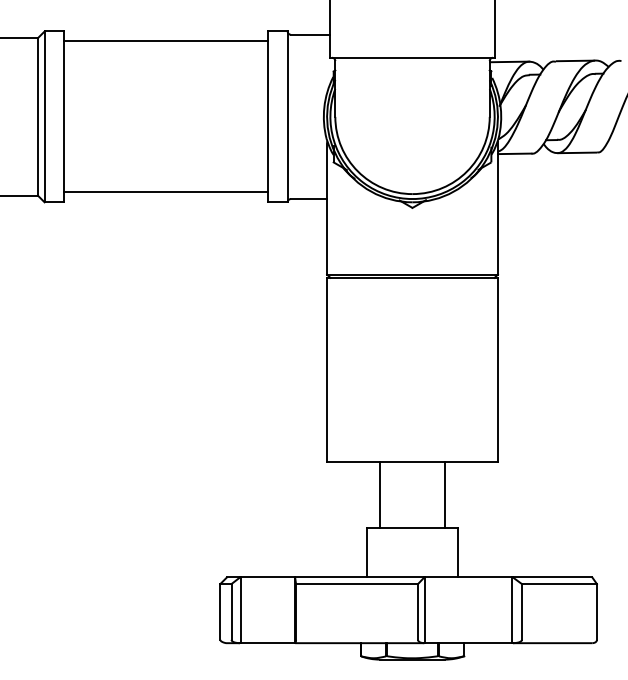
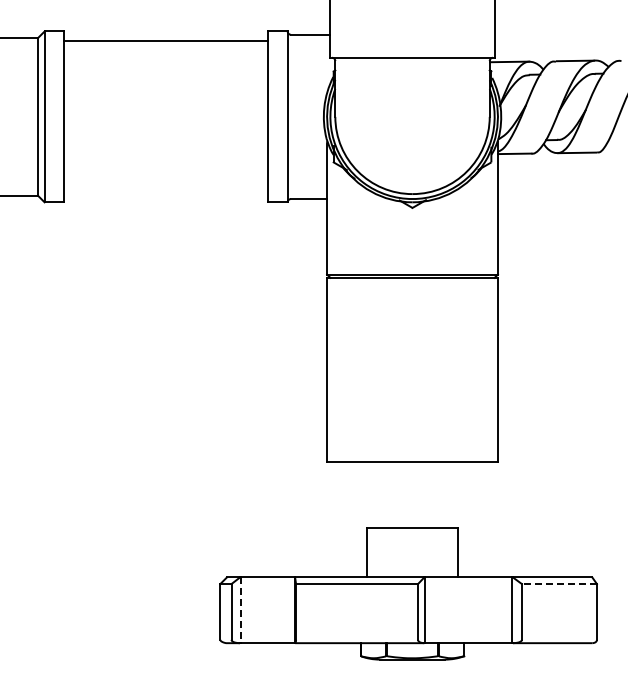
line at (165, 192): present -> none
line at (379, 494): present -> none
line at (445, 494): present -> none
line at (559, 584): solid -> dashed
line at (240, 610): solid -> dashed
